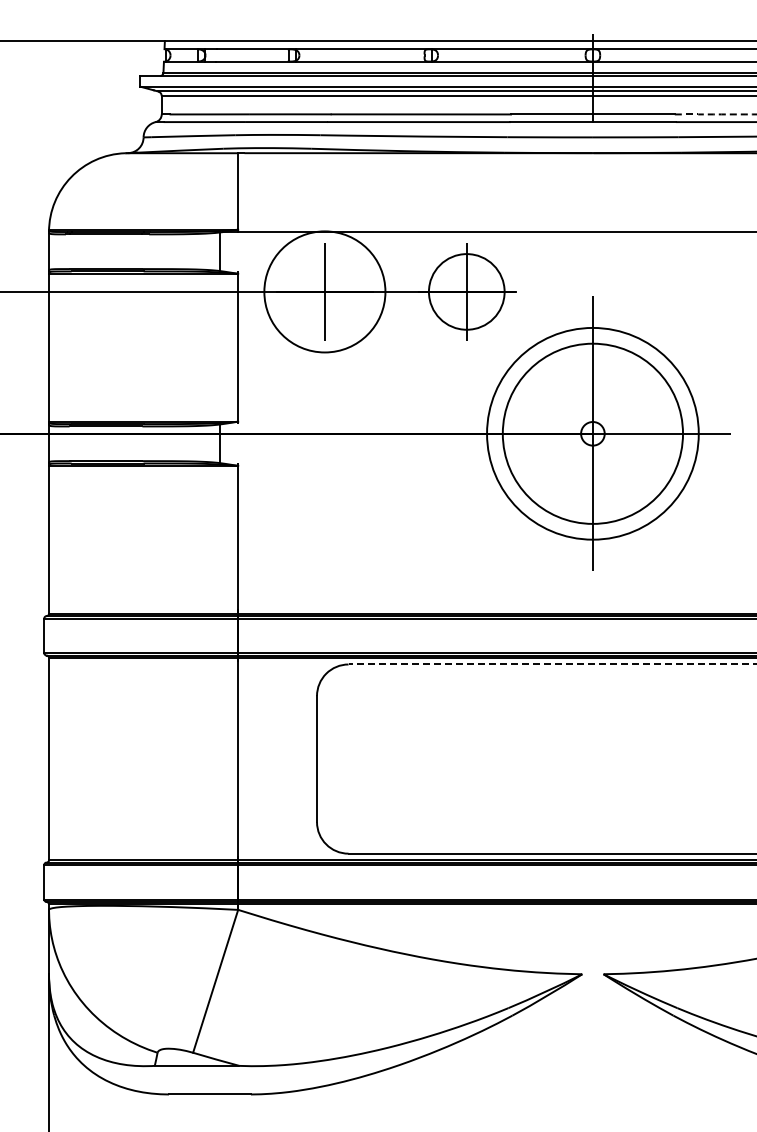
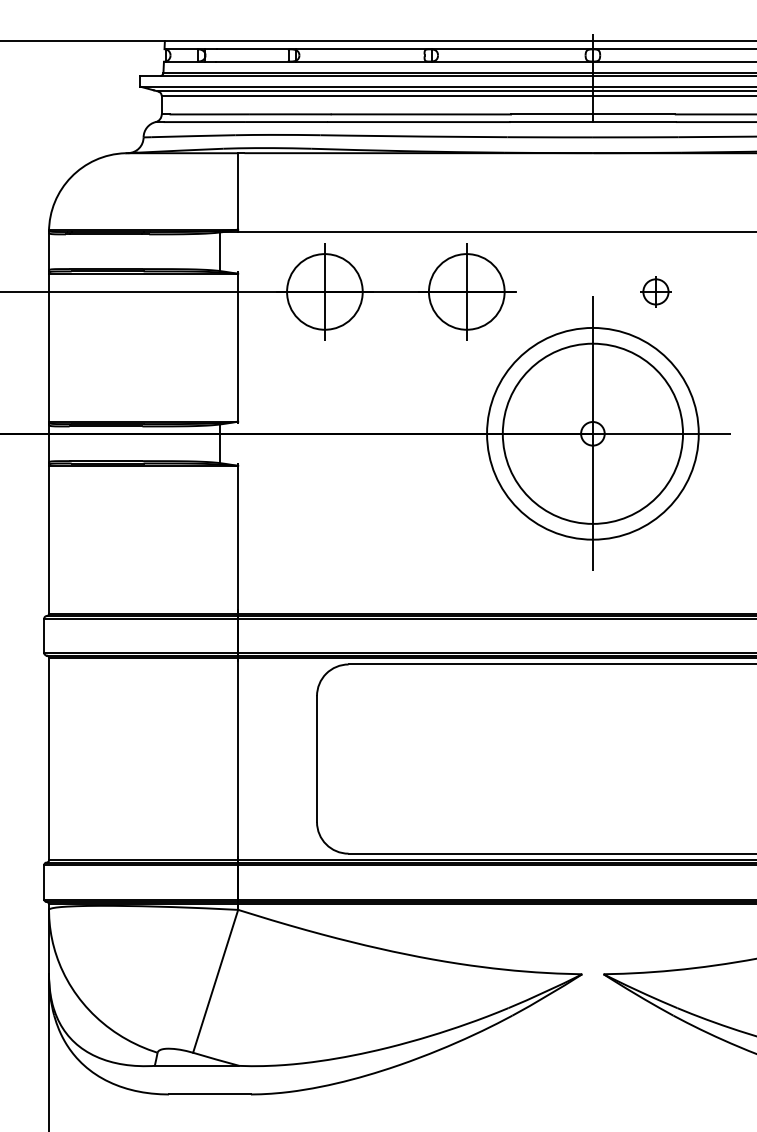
arc at (715, 114): dashed -> solid
circle at (324, 291) diameter: 121 px -> 76 px
part at (655, 291): none -> present
line at (552, 664): dashed -> solid
